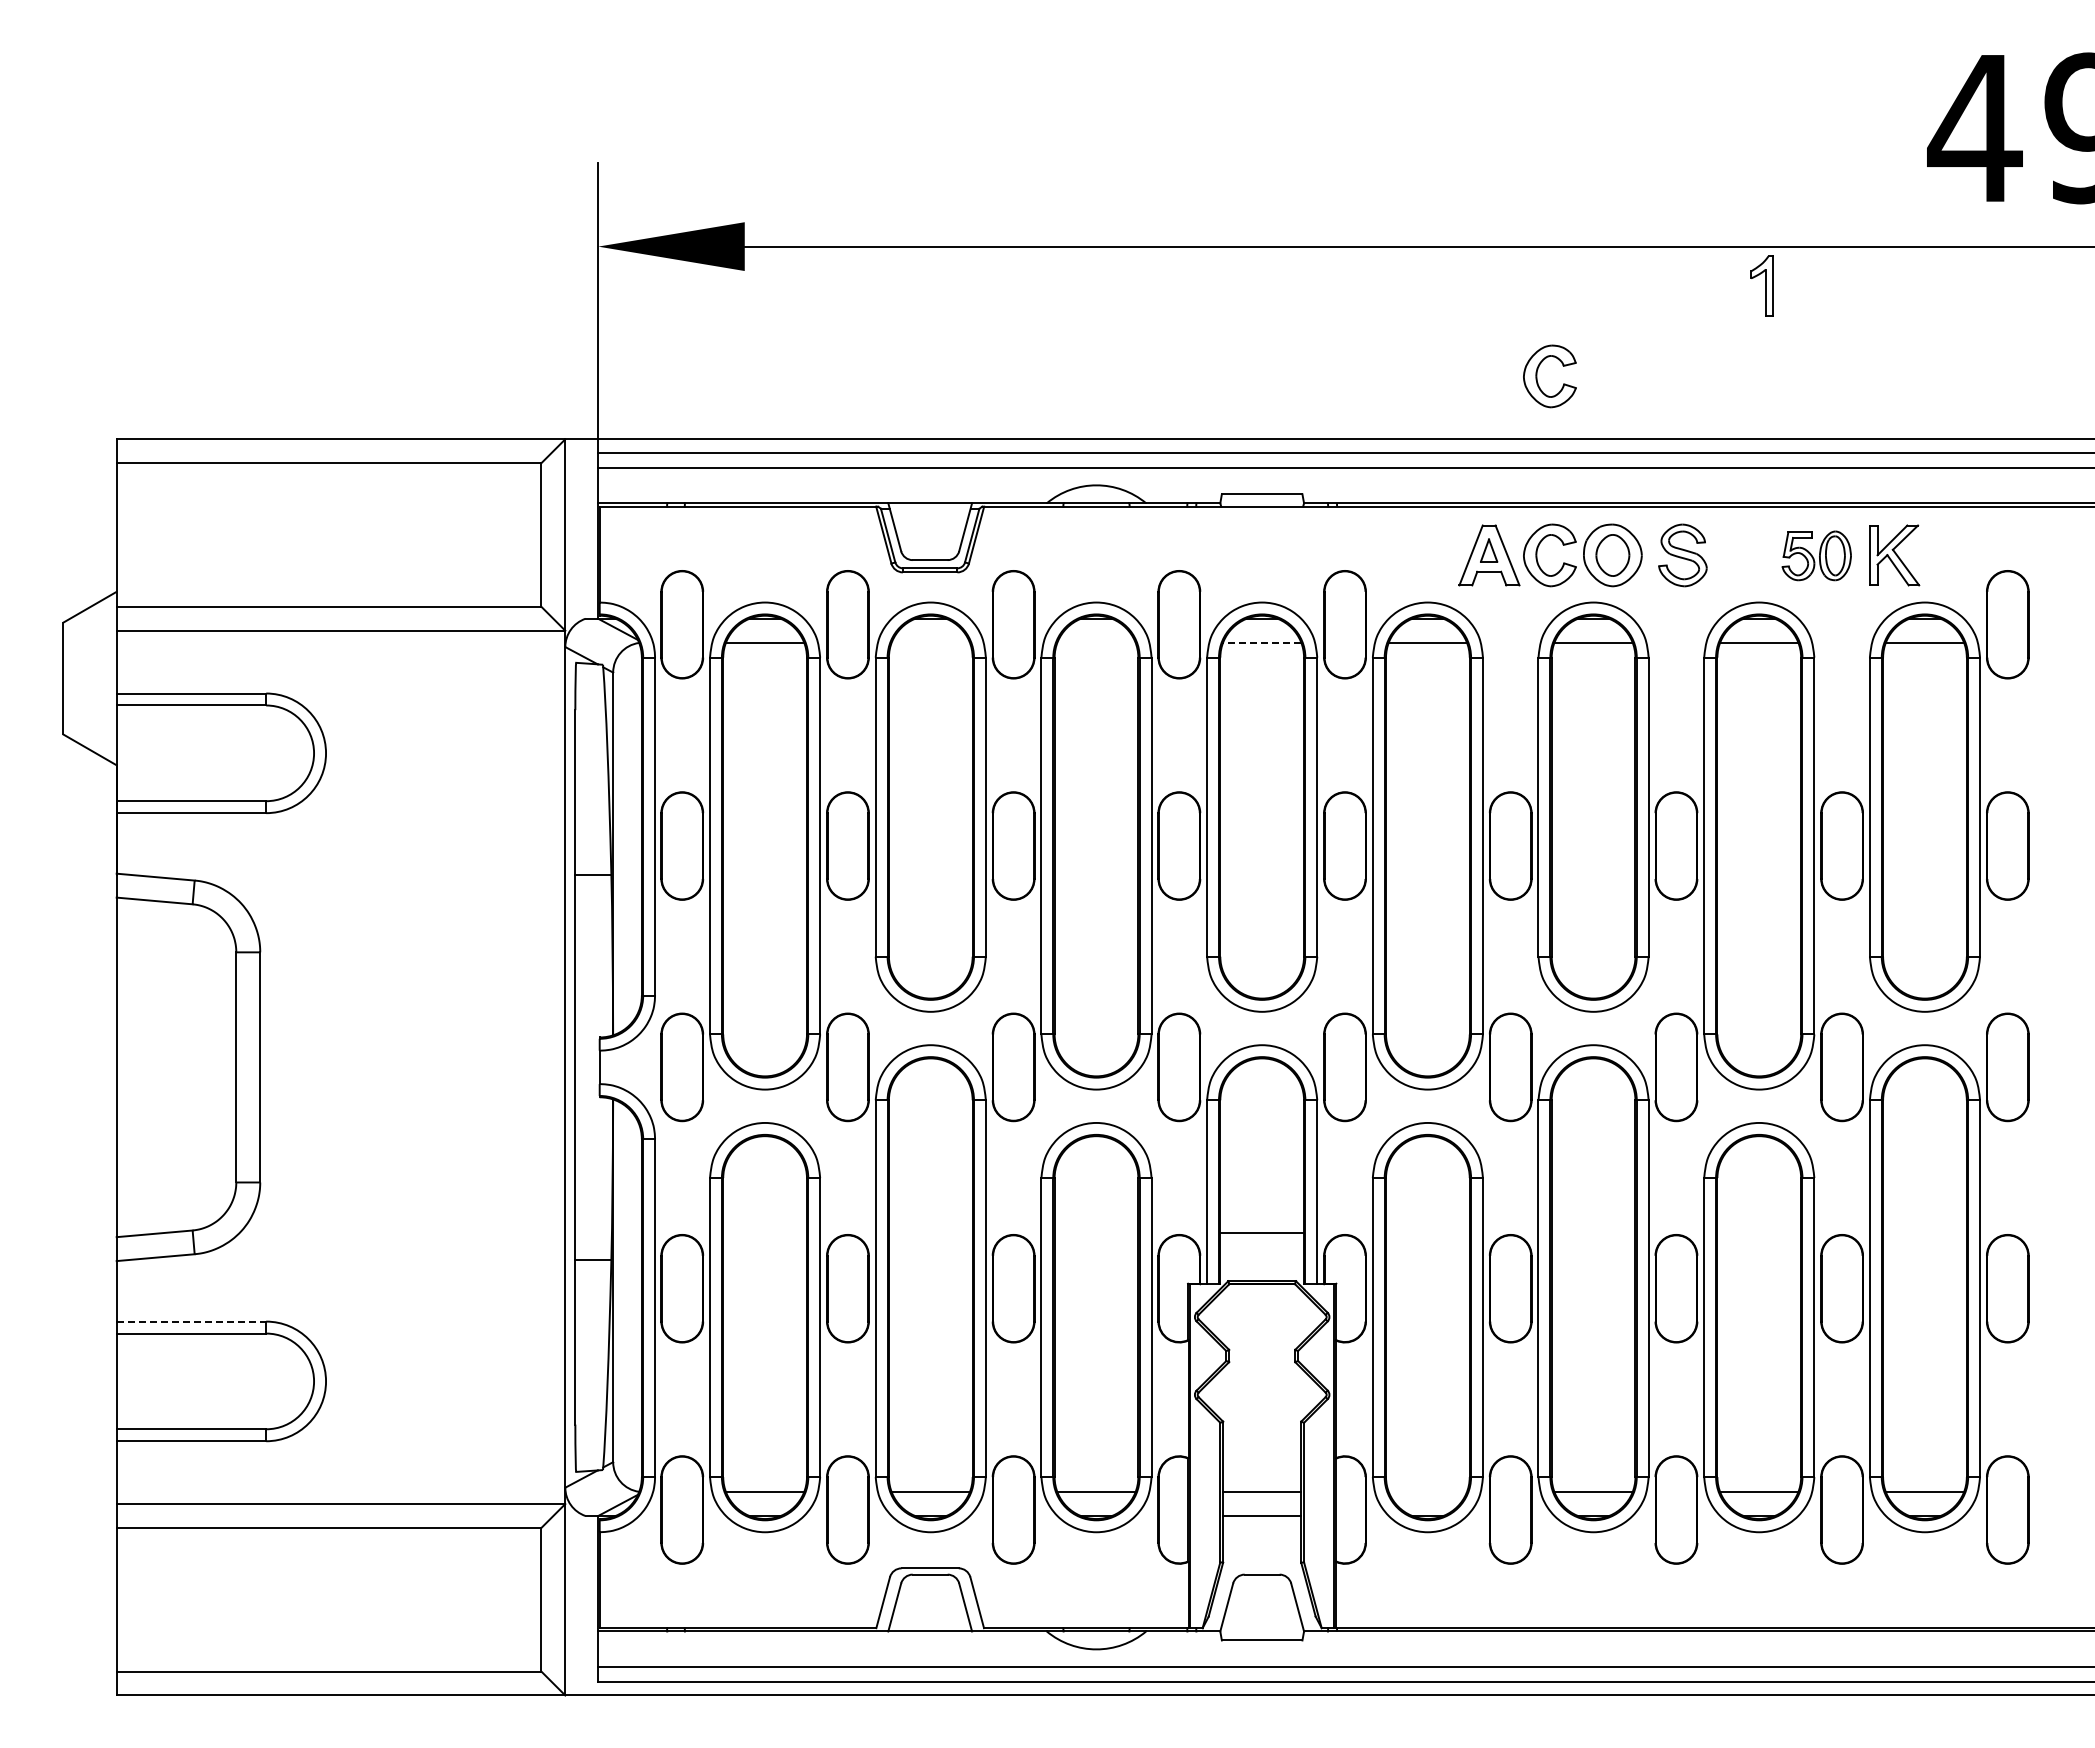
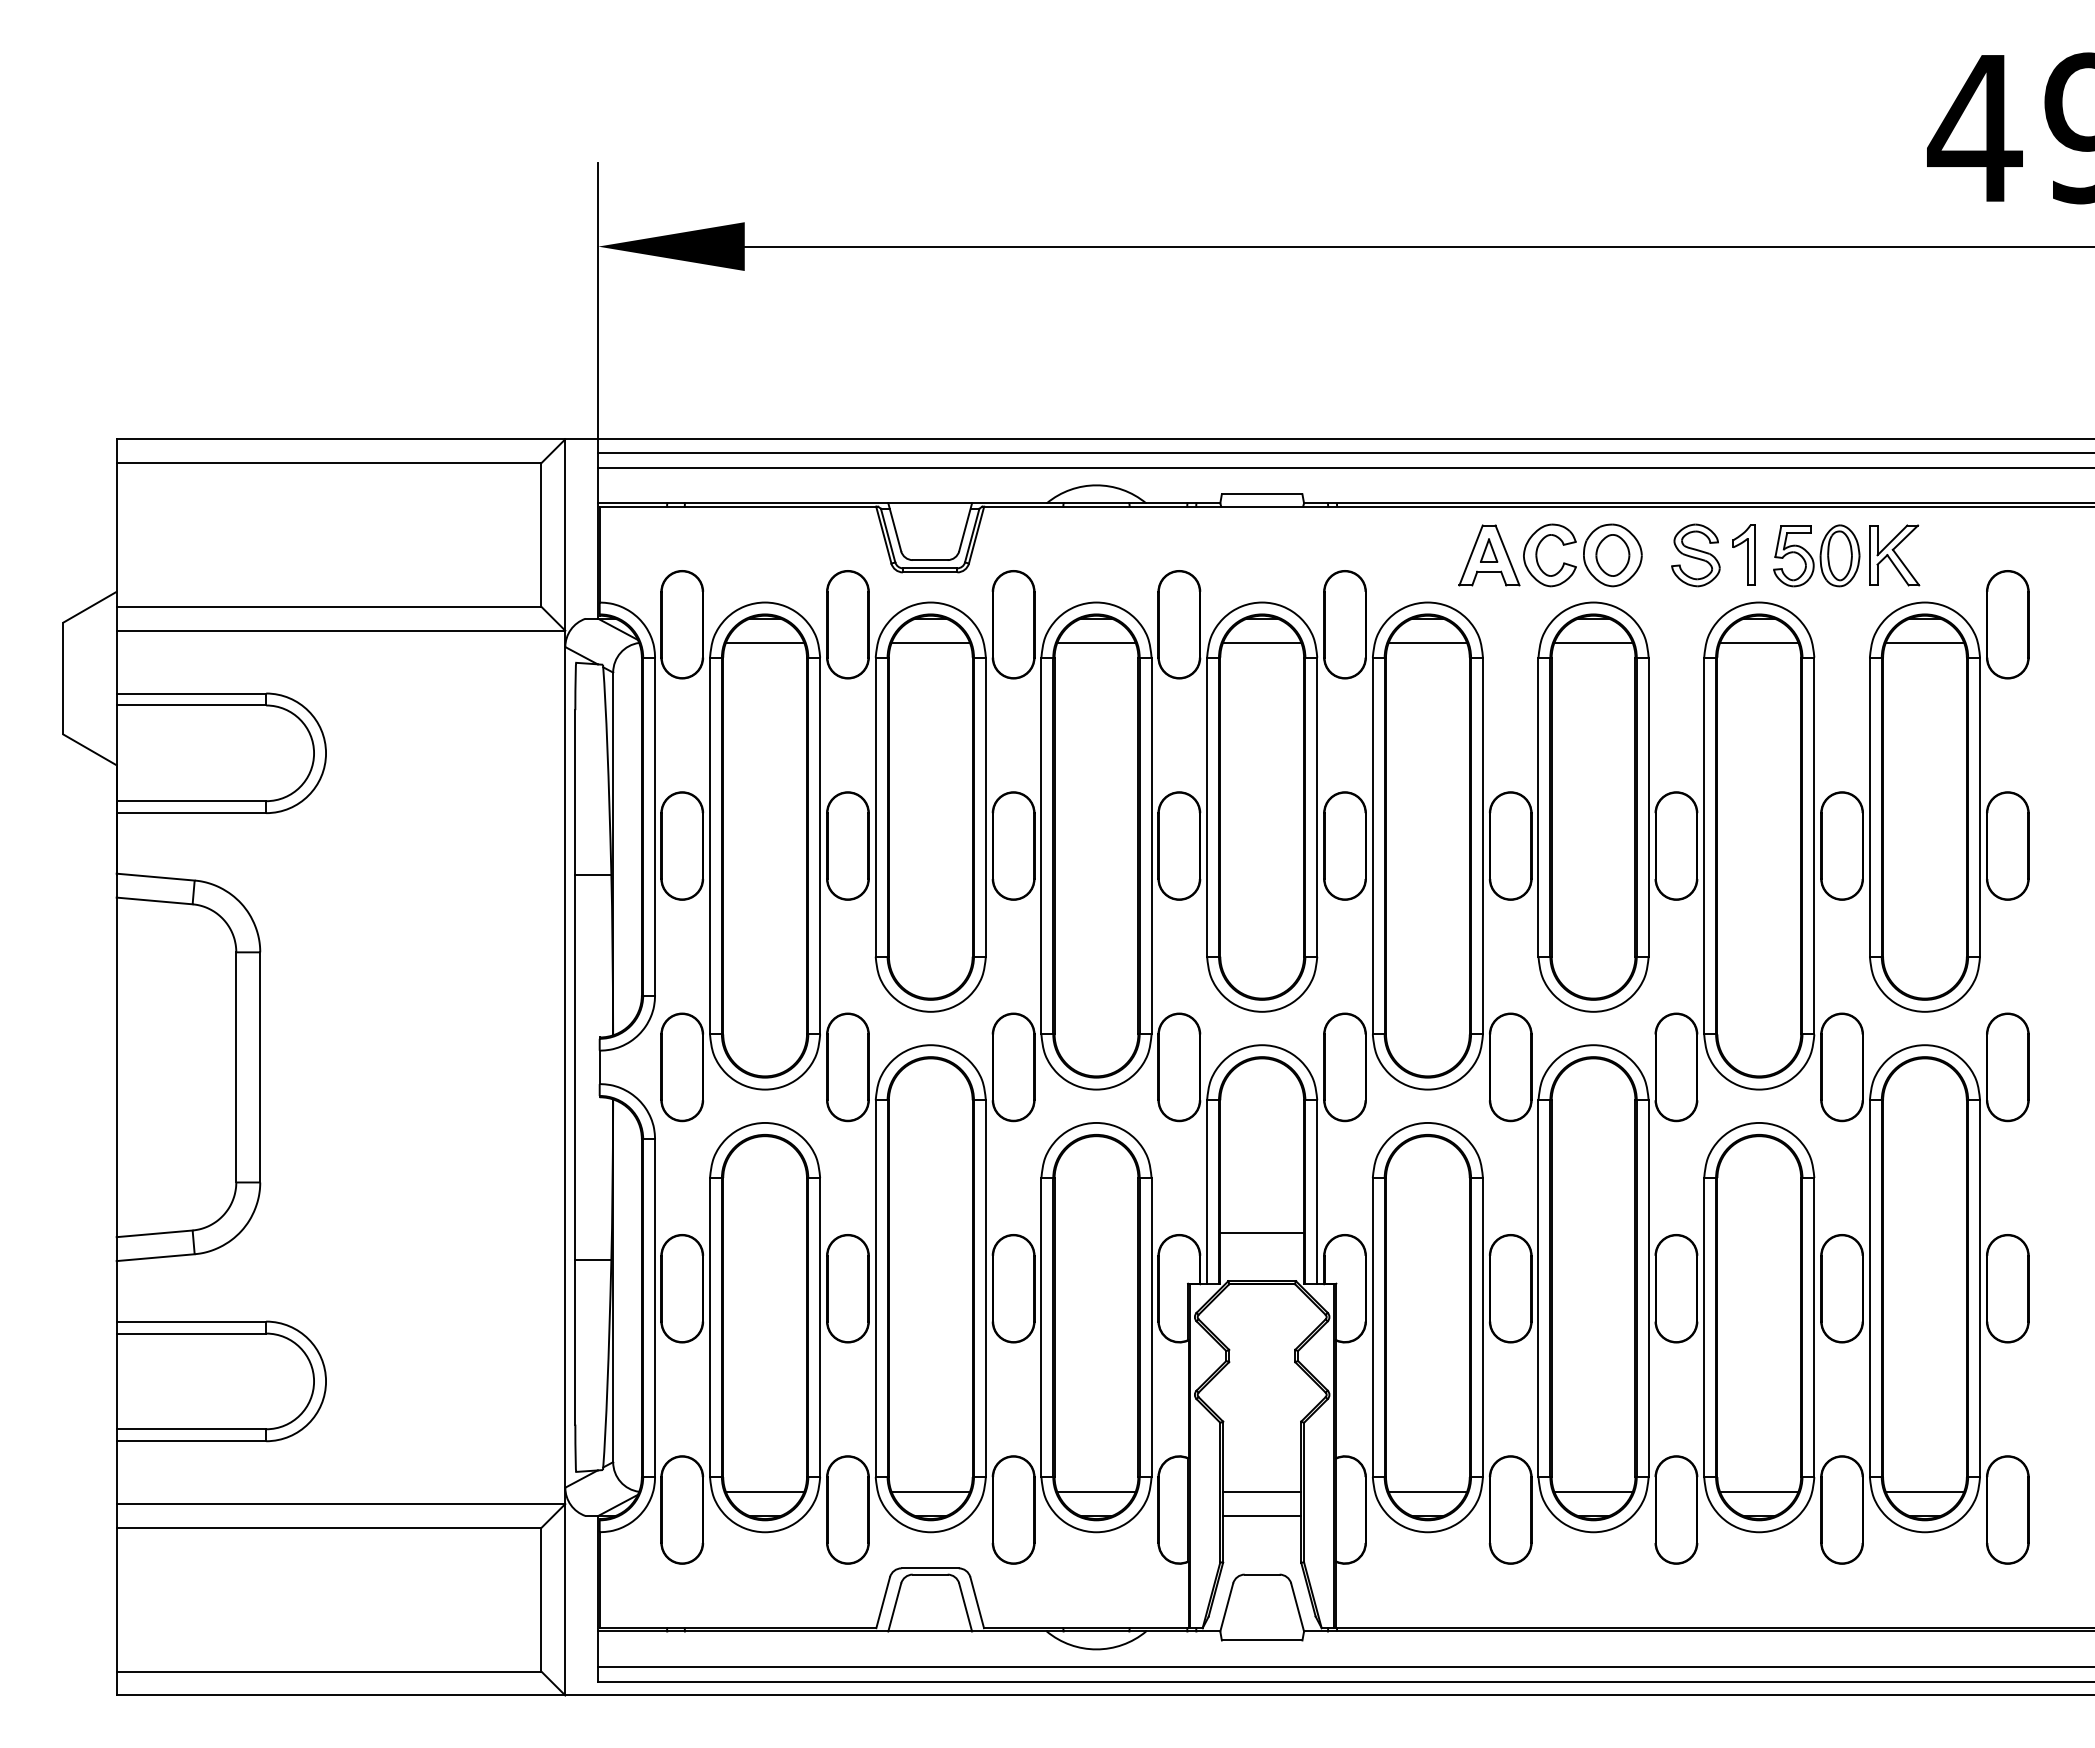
part at (1761, 285) position: (1761, 285) -> (1743, 554)
part at (1537, 376): present -> none
part at (1682, 555) position: (1682, 555) -> (1695, 555)
part at (1816, 555) size: 71x52 px -> 88x64 px
line at (930, 642): none -> present
line at (1096, 642): none -> present
line at (1261, 642): dashed -> solid
line at (191, 1321): dashed -> solid
line at (1427, 1492): none -> present
